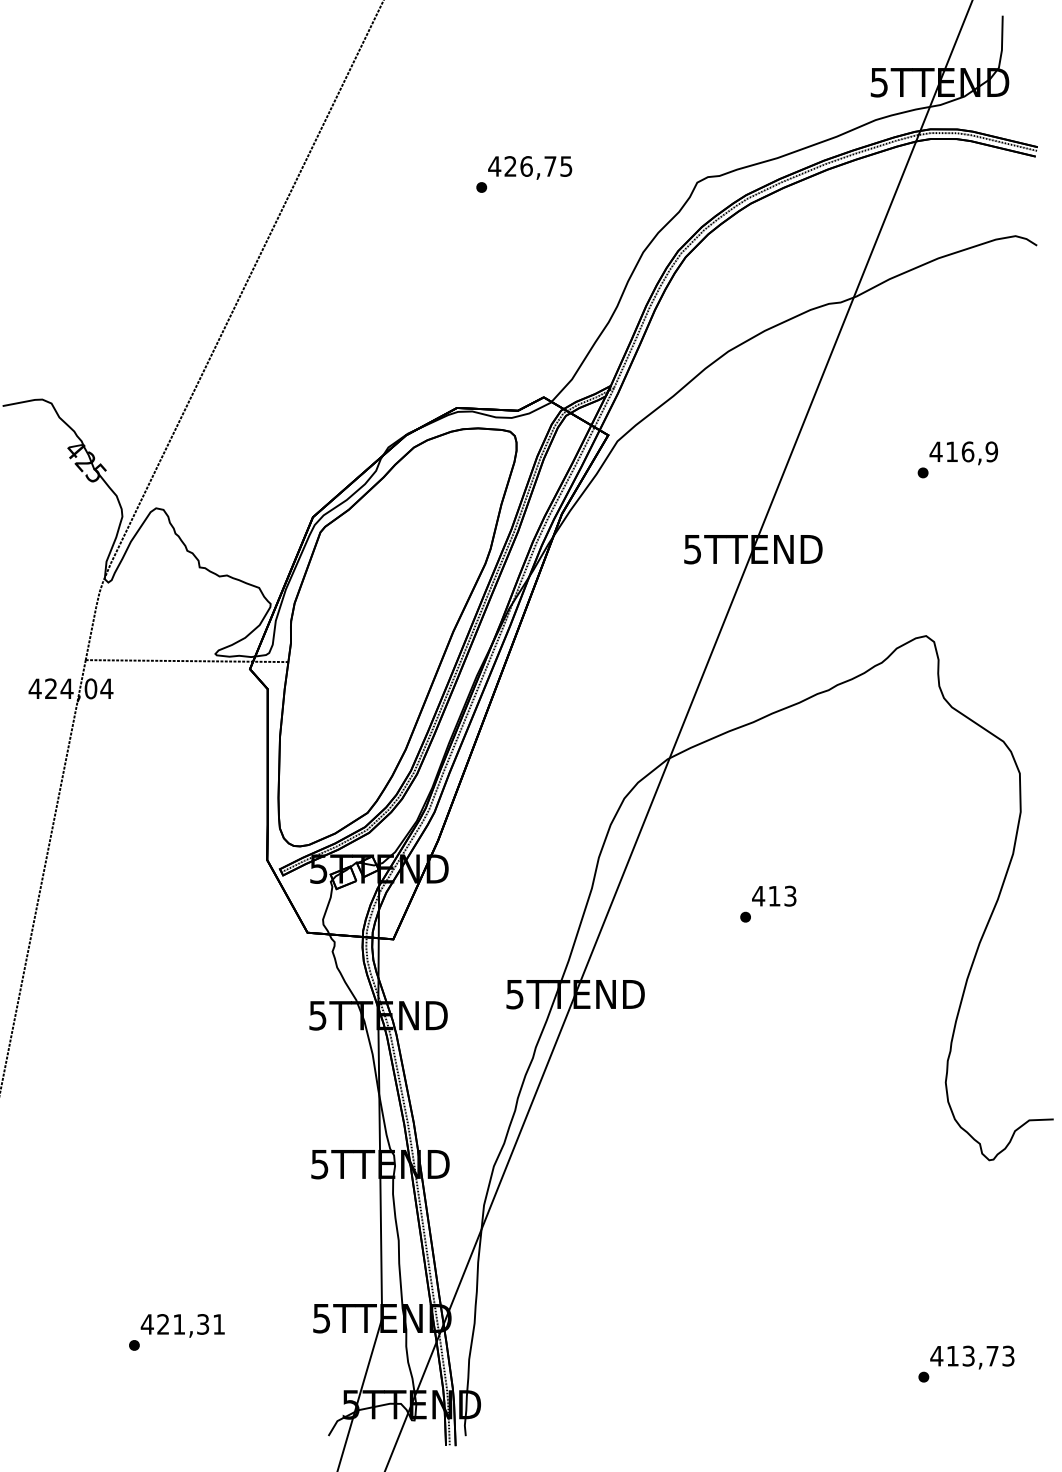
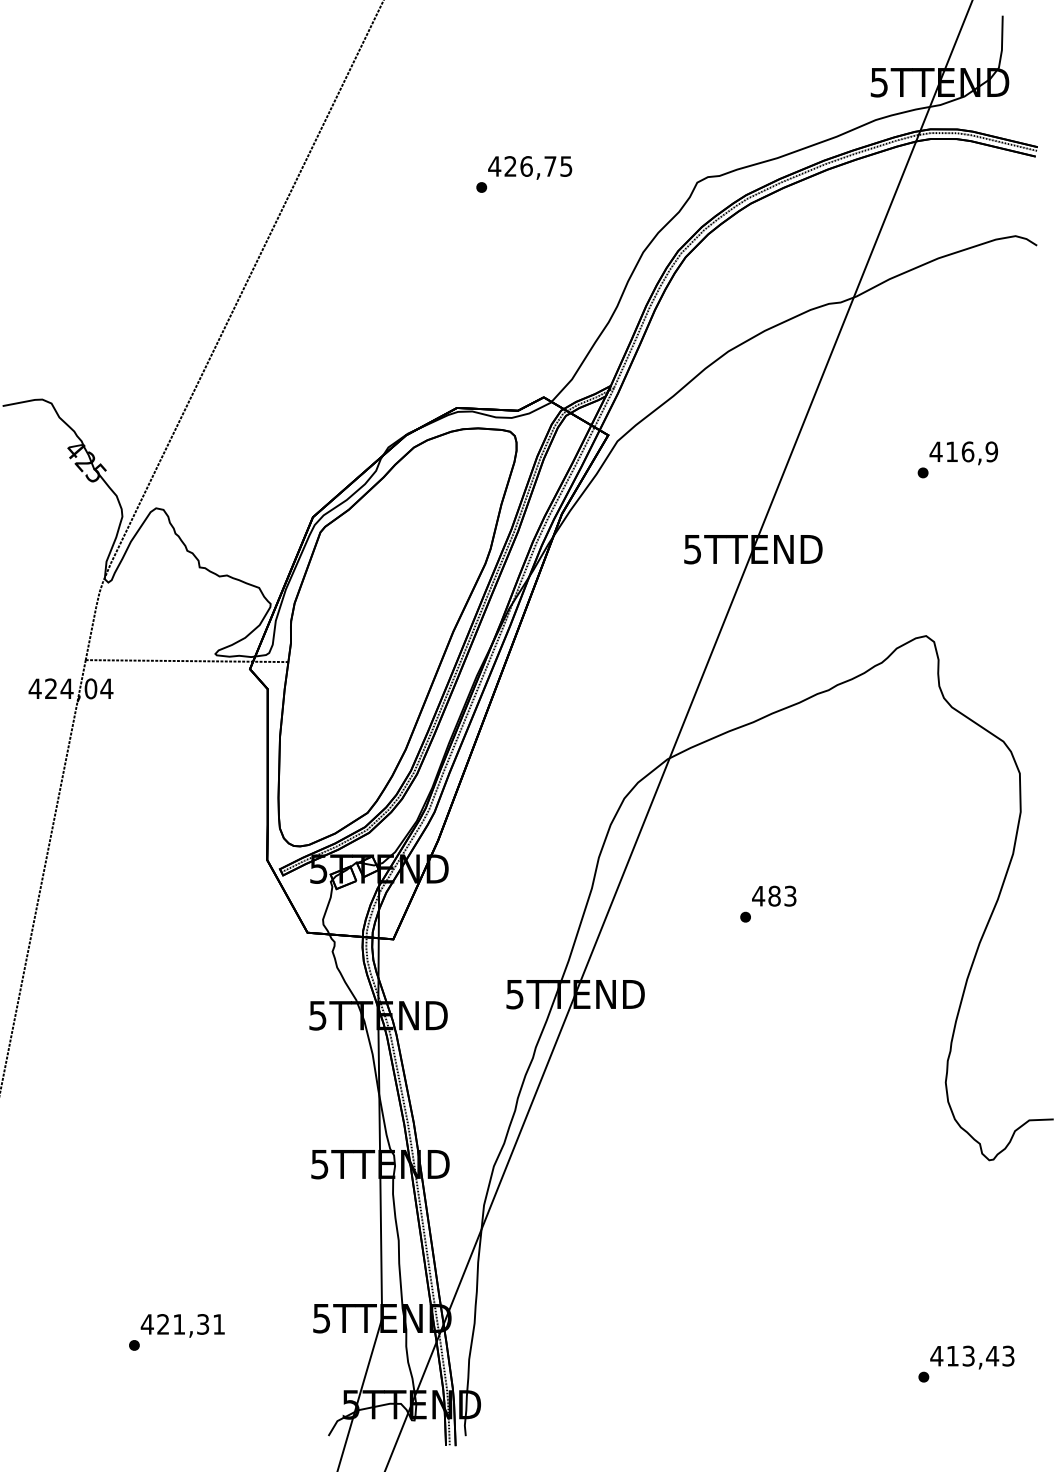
text at (774, 895): 413 -> 483
text at (992, 1356): 413,73 -> 413,43
